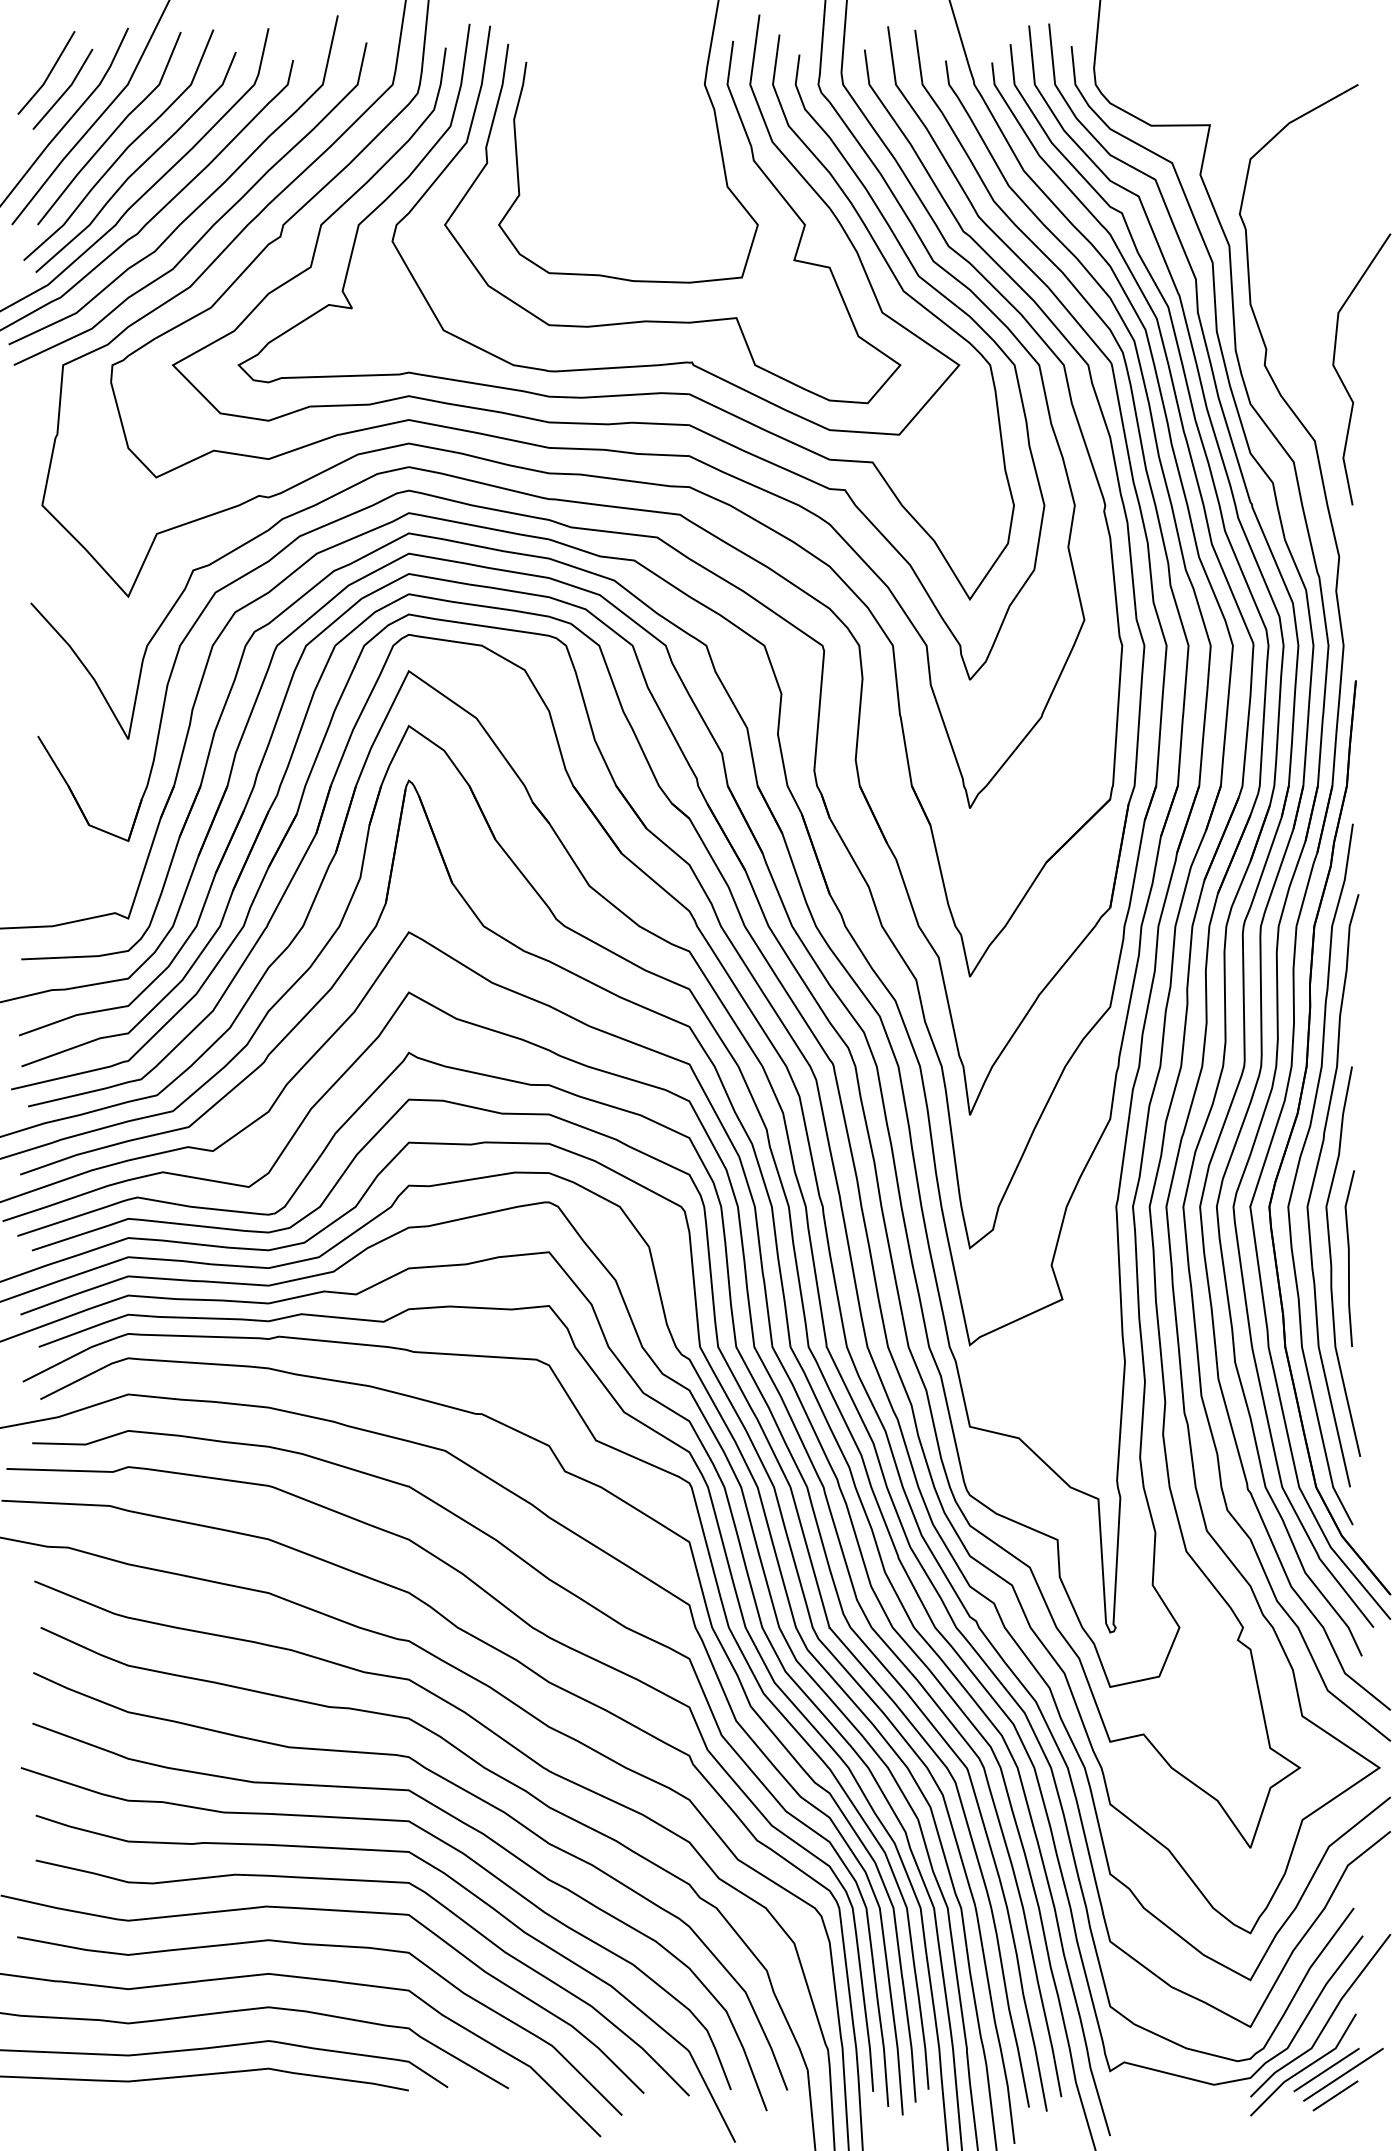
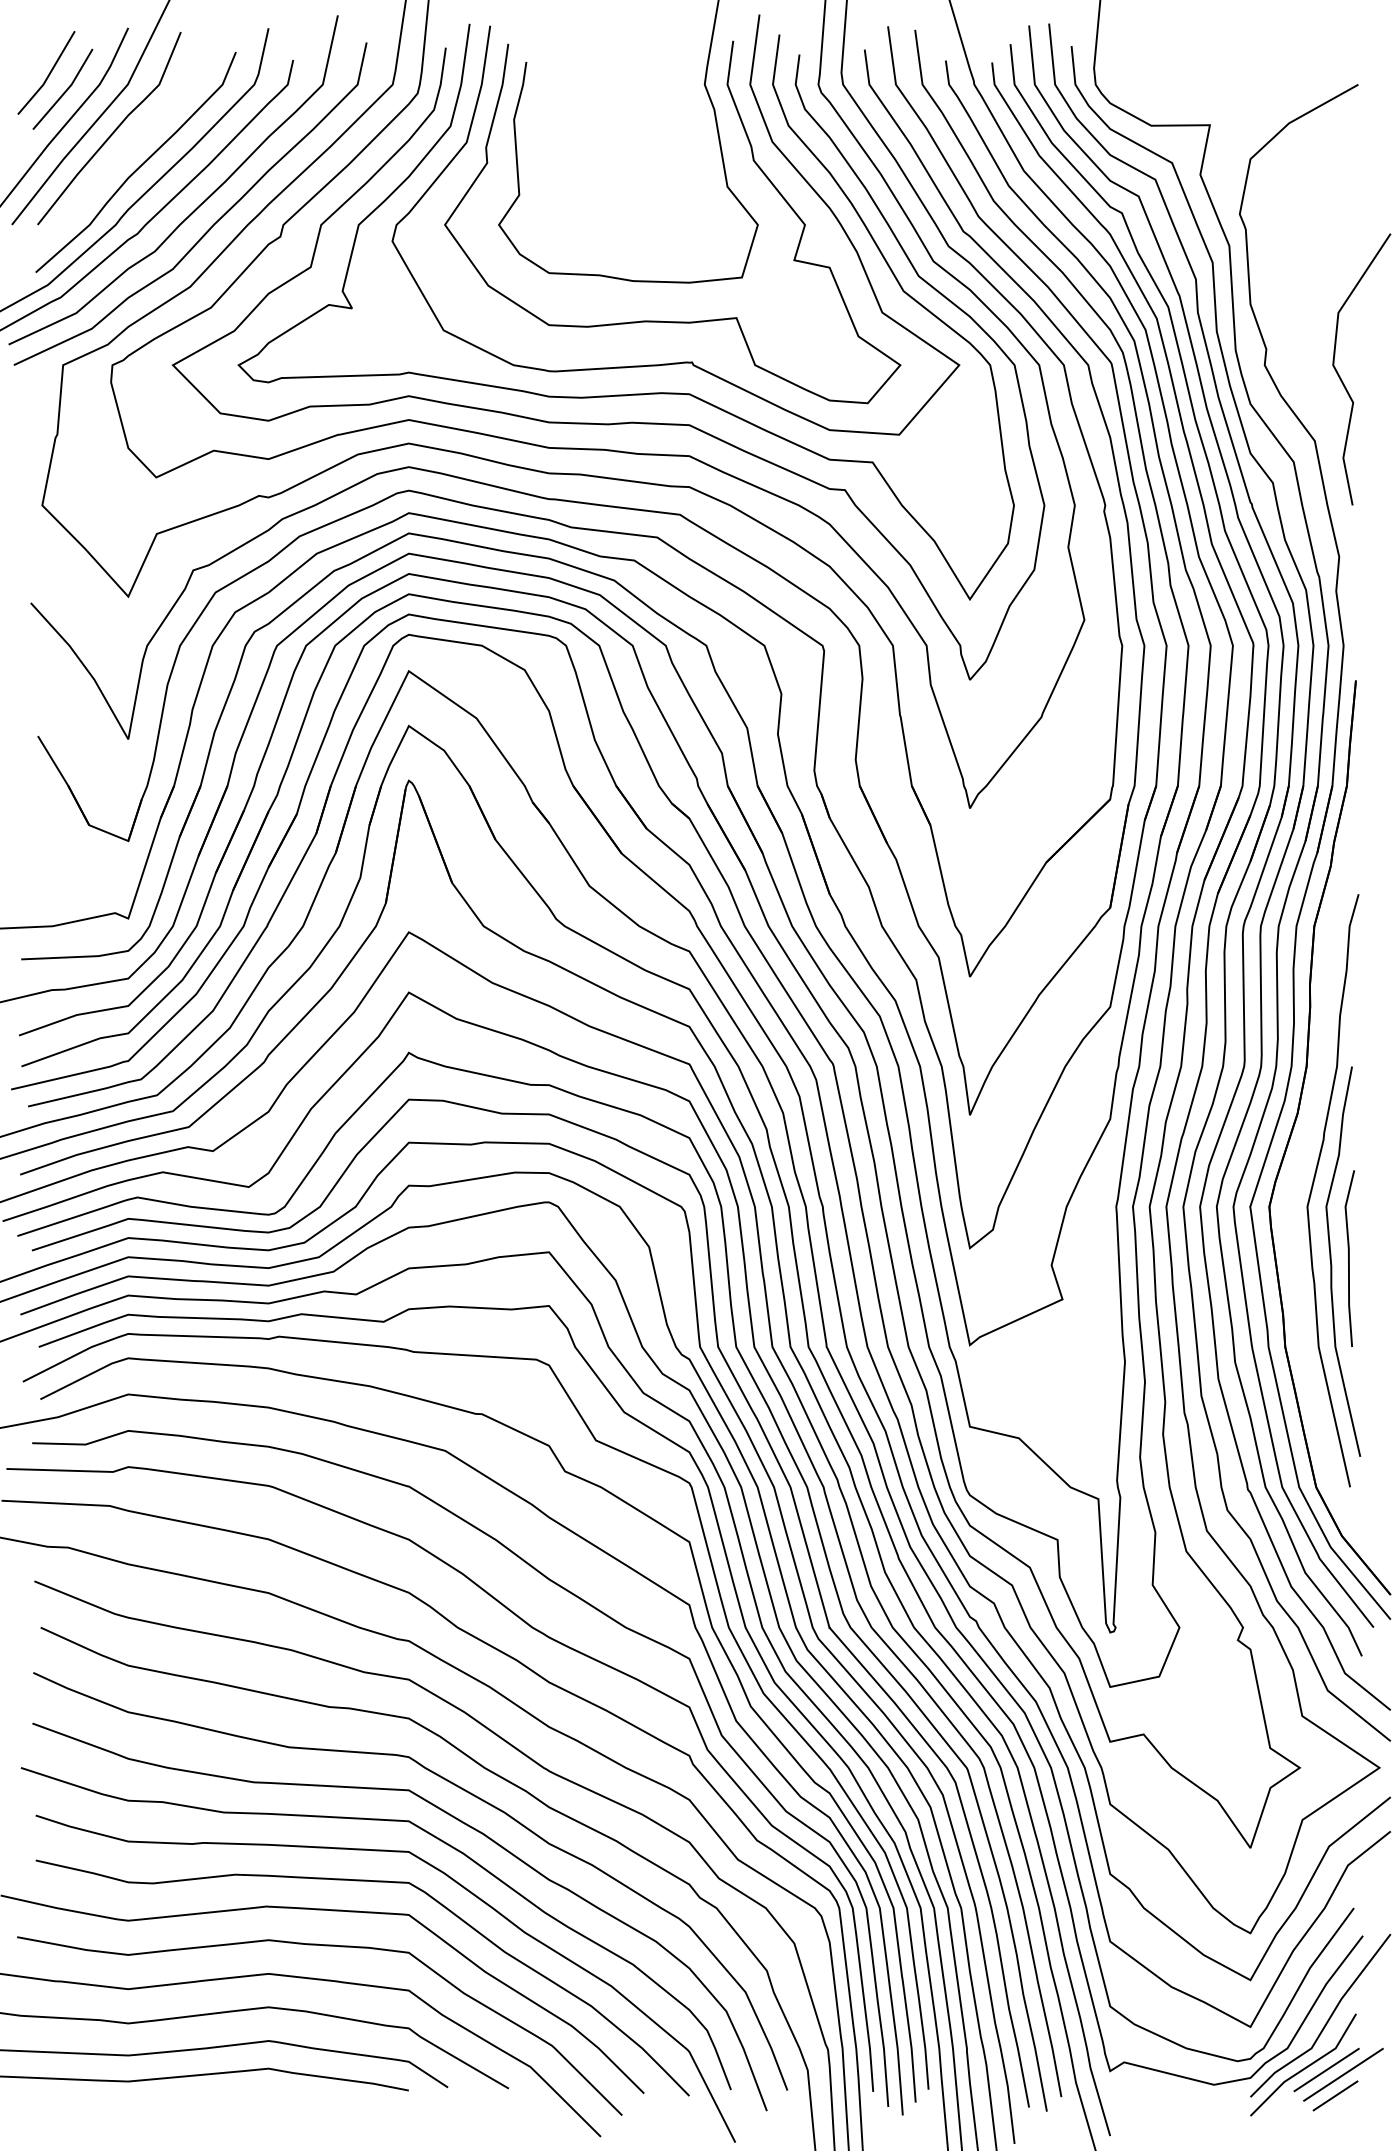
curve at (124, 149): present -> none
curve at (1298, 1169): present -> none
